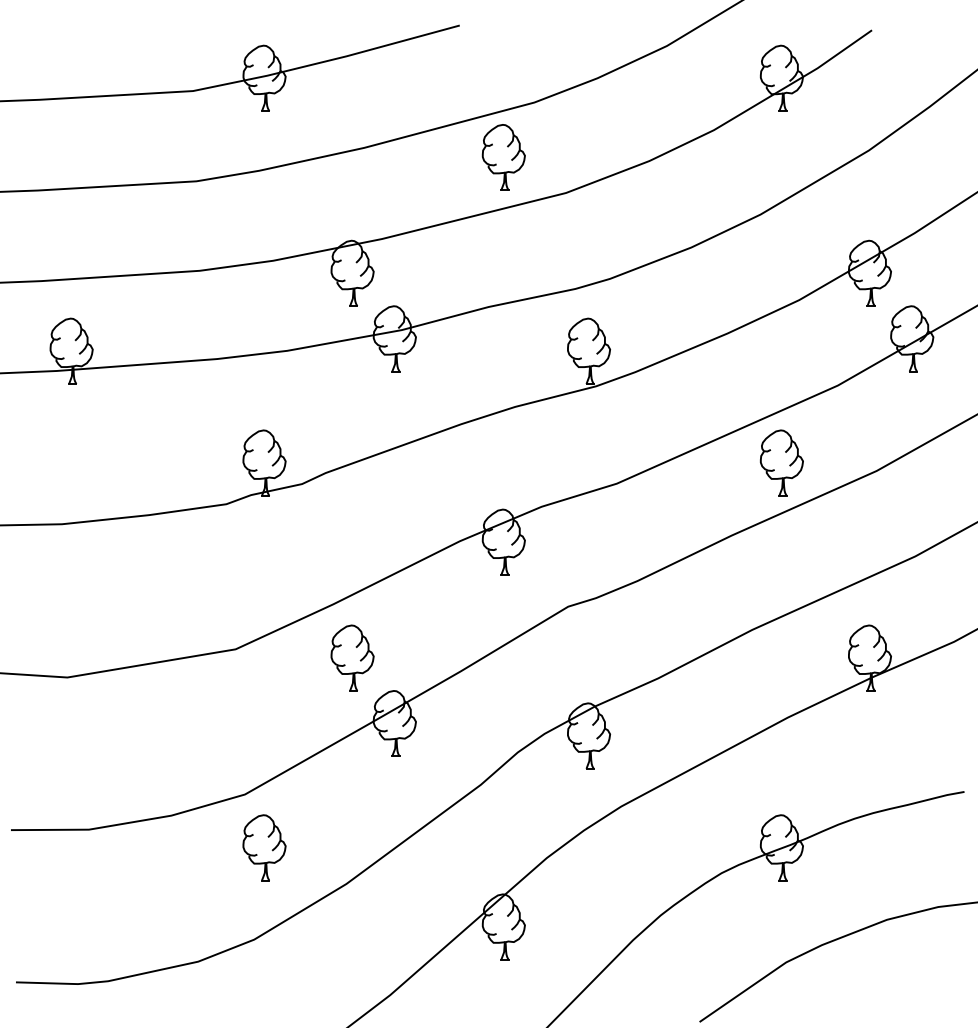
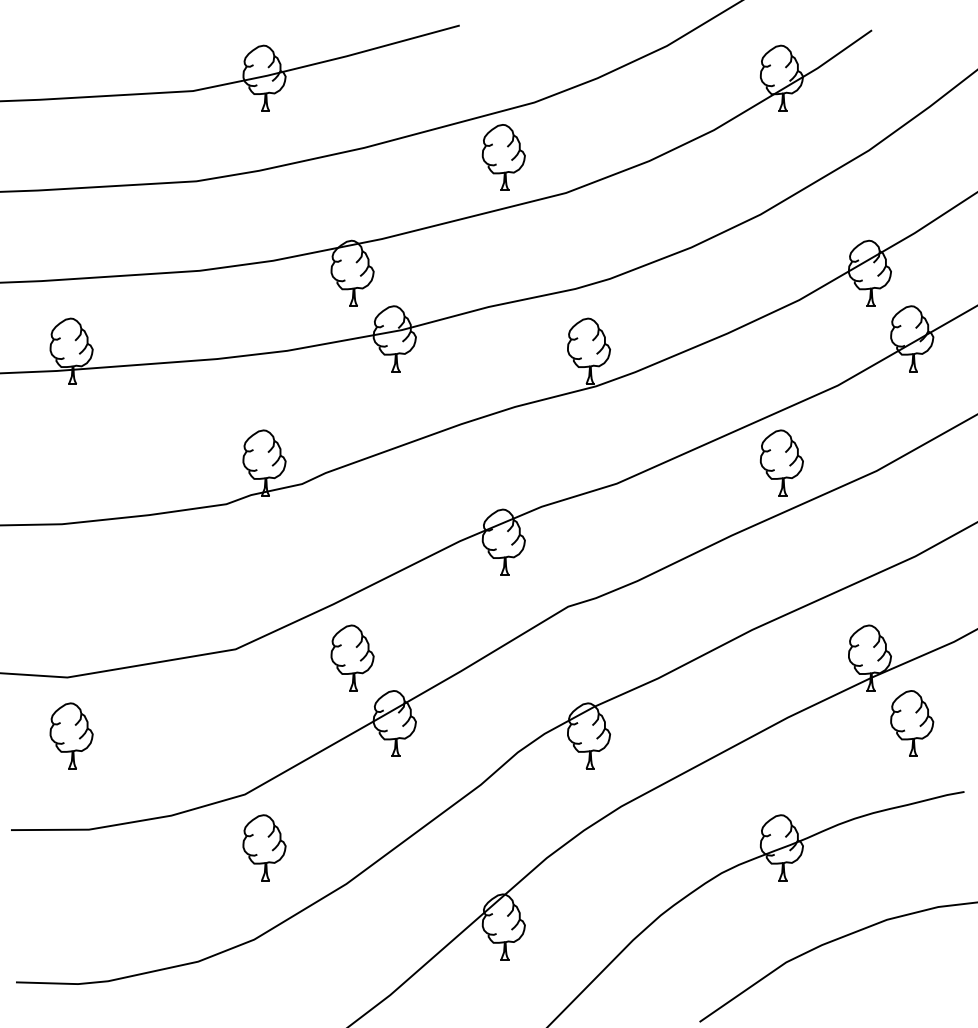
part at (912, 723): none -> present
part at (71, 735): none -> present
